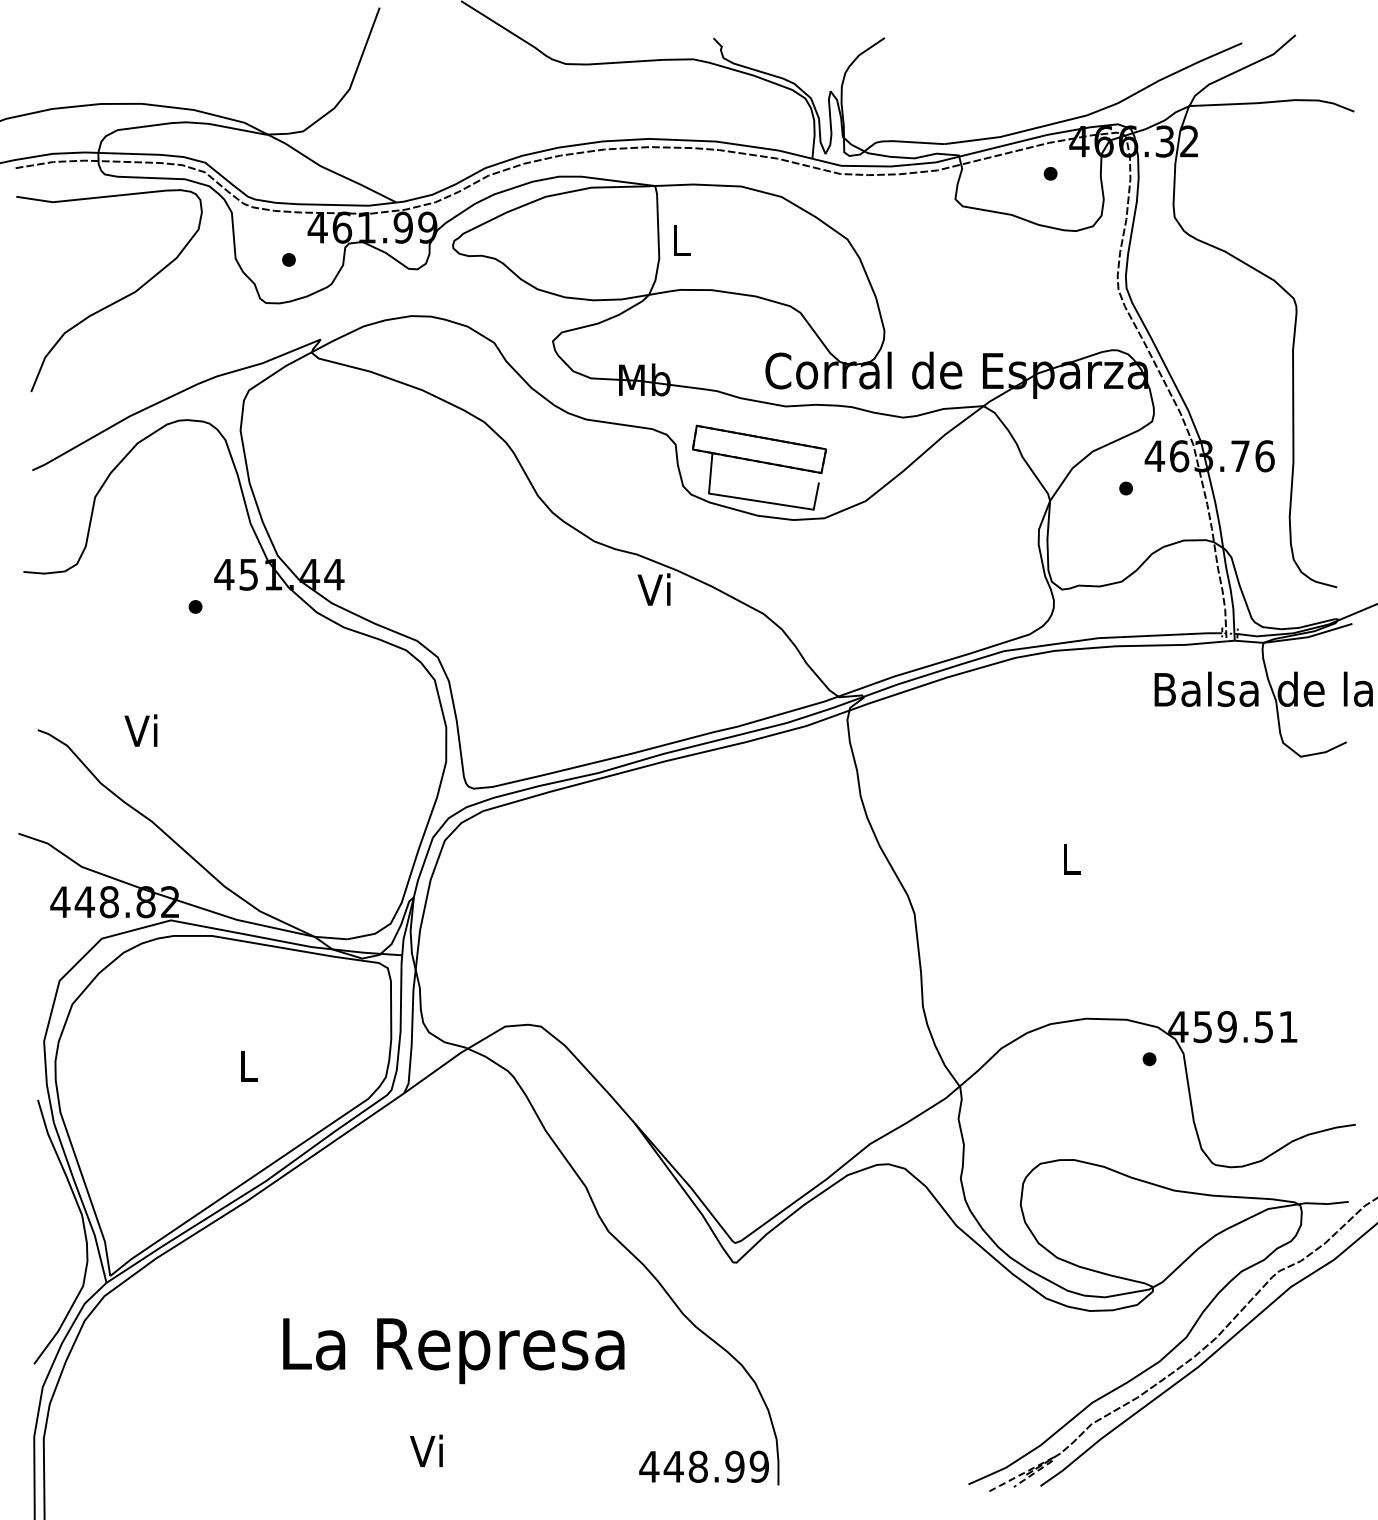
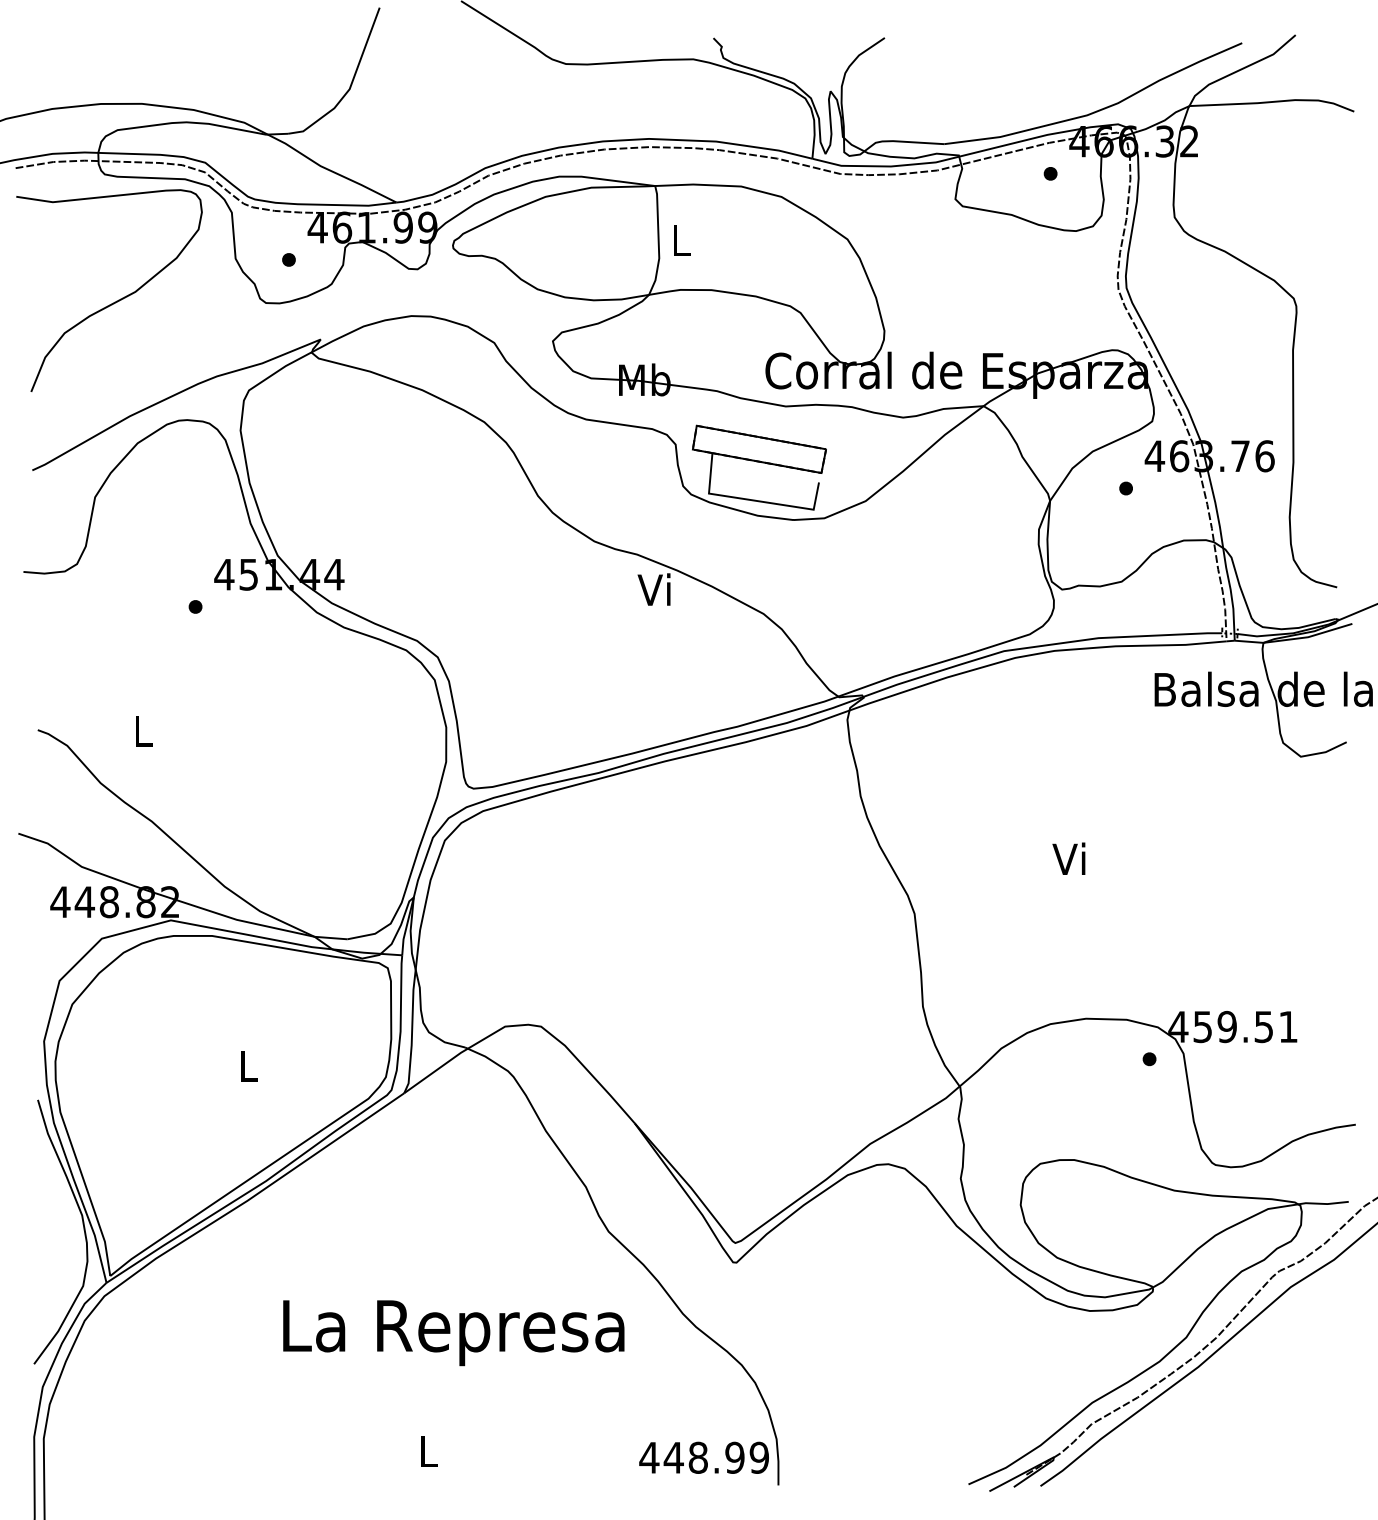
text at (140, 730): Vi -> L
text at (1068, 858): L -> Vi
text at (453, 1351) position: (453, 1351) -> (453, 1333)
text at (426, 1450): Vi -> L
line at (1045, 1461): dashed -> solid
text at (703, 1466) position: (703, 1466) -> (703, 1457)
